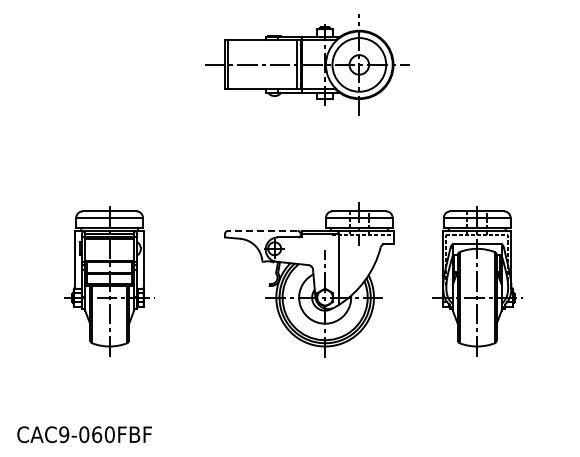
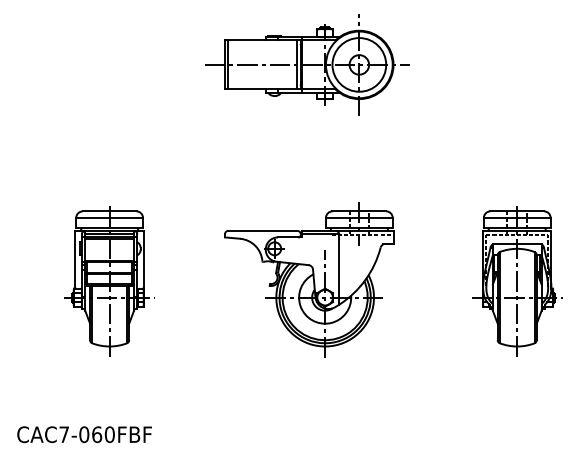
line at (262, 230): dashed -> solid
part at (477, 281) position: (477, 281) -> (517, 281)
text at (64, 434): CAC9-060FBF -> CAC7-060FBF
